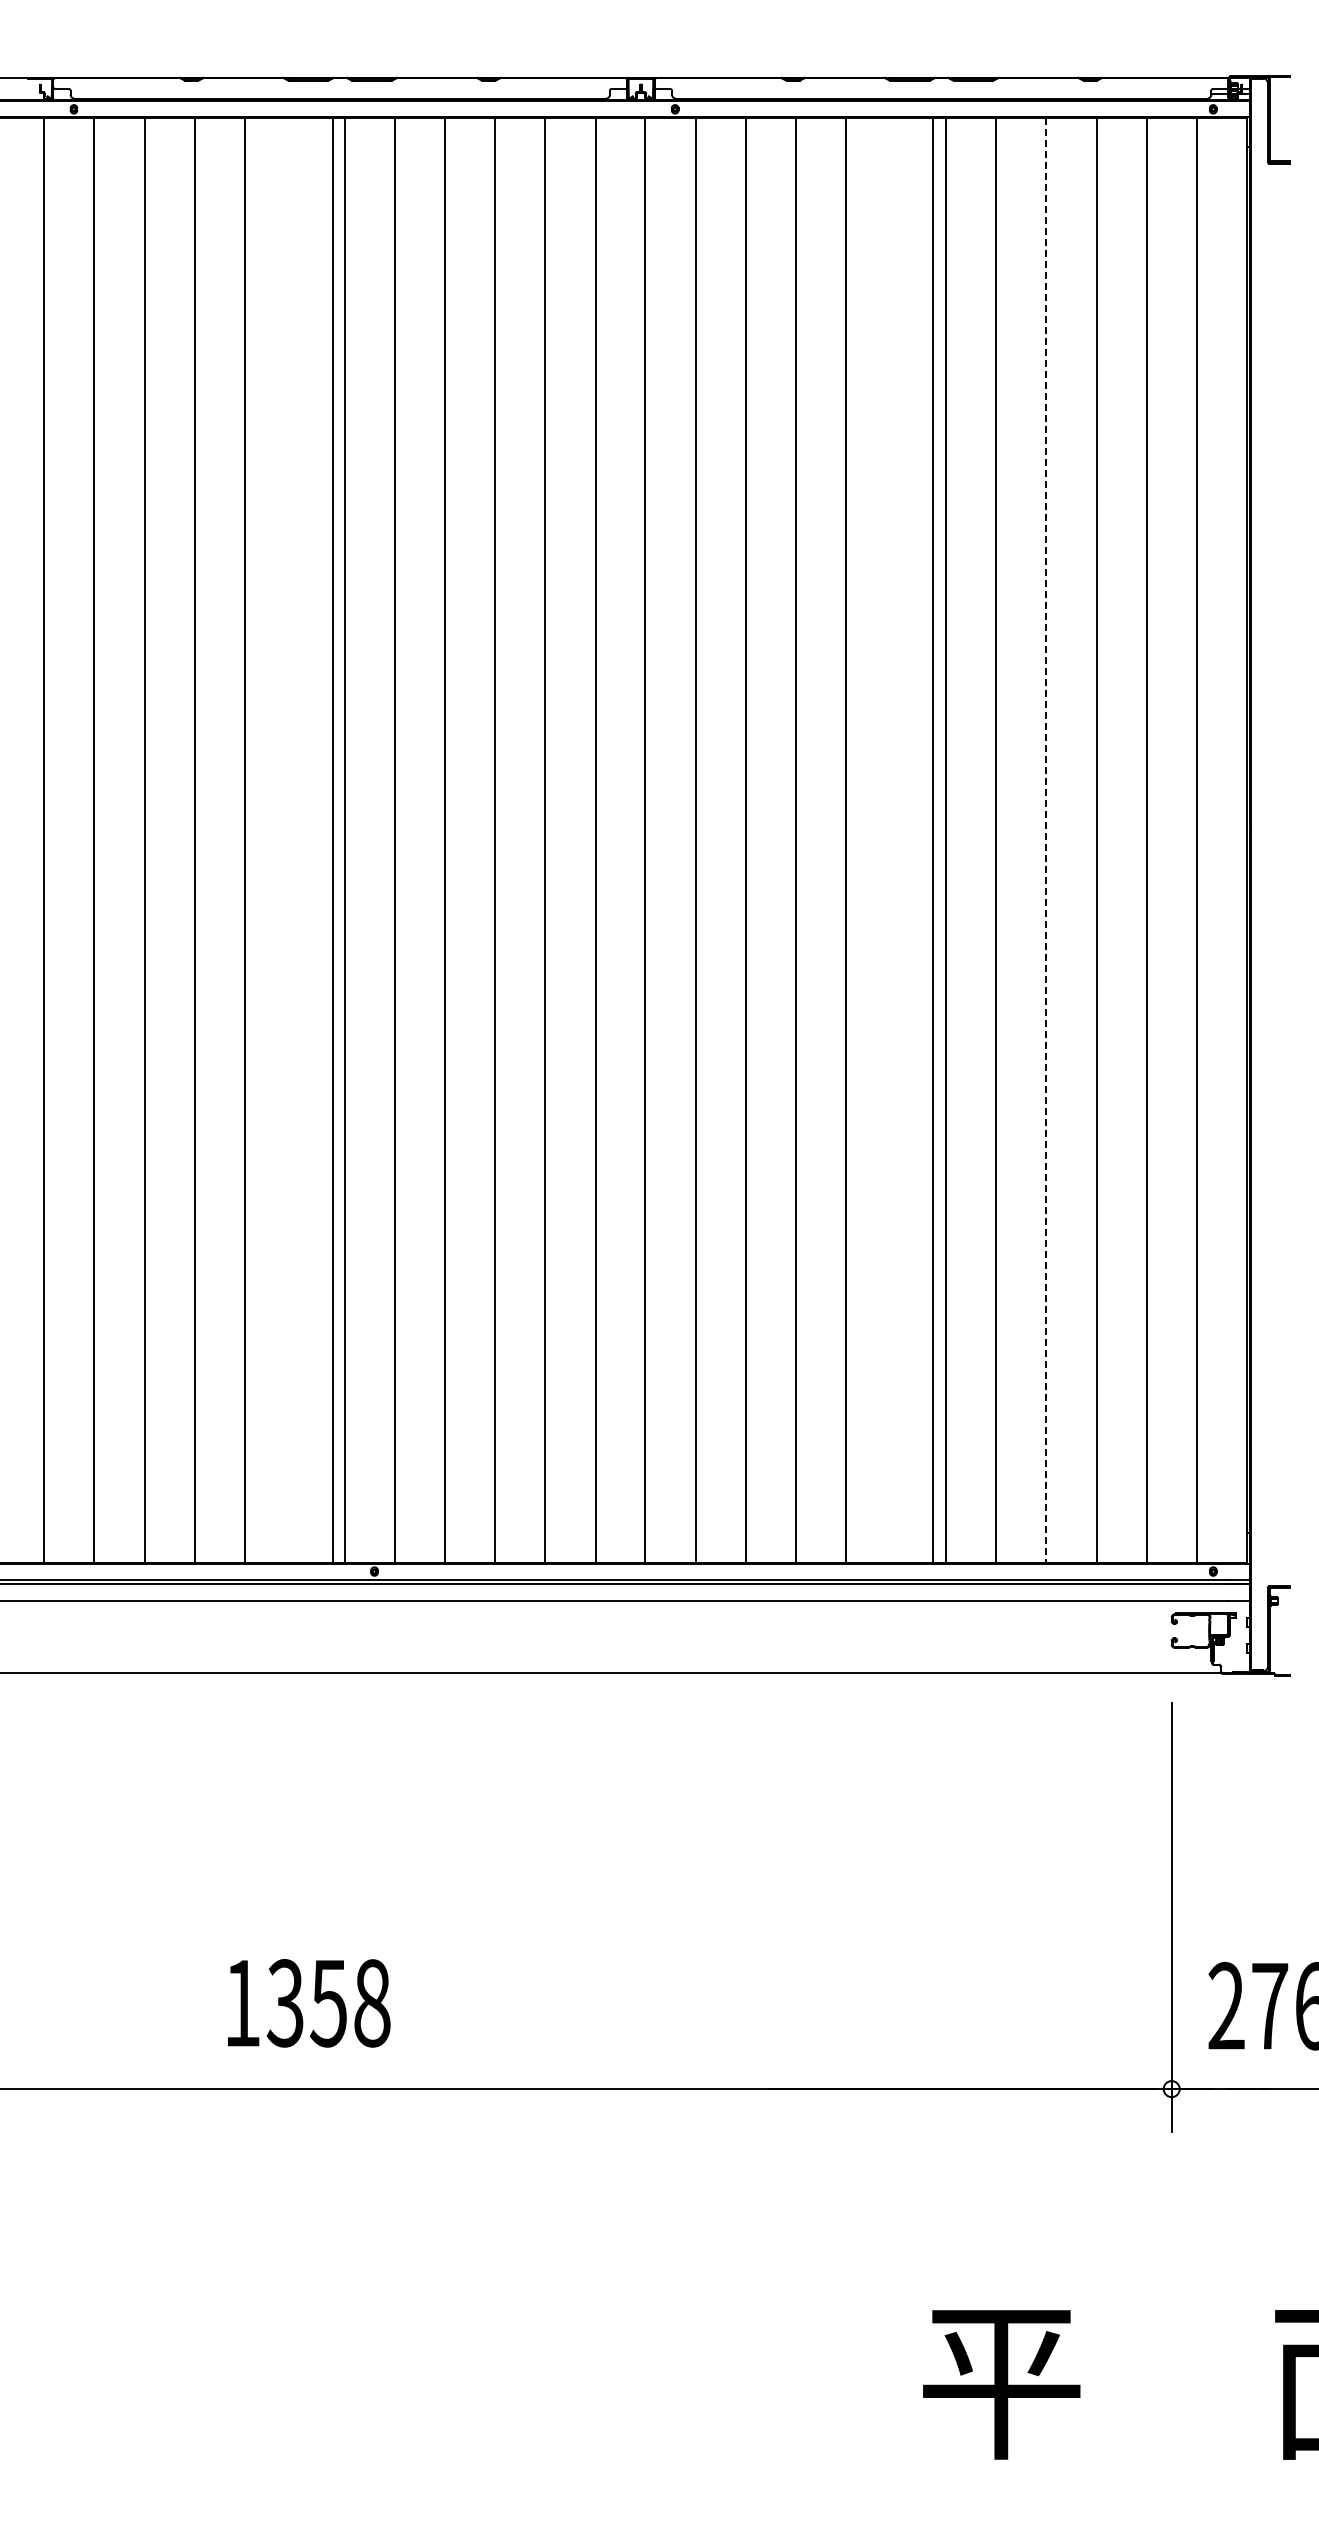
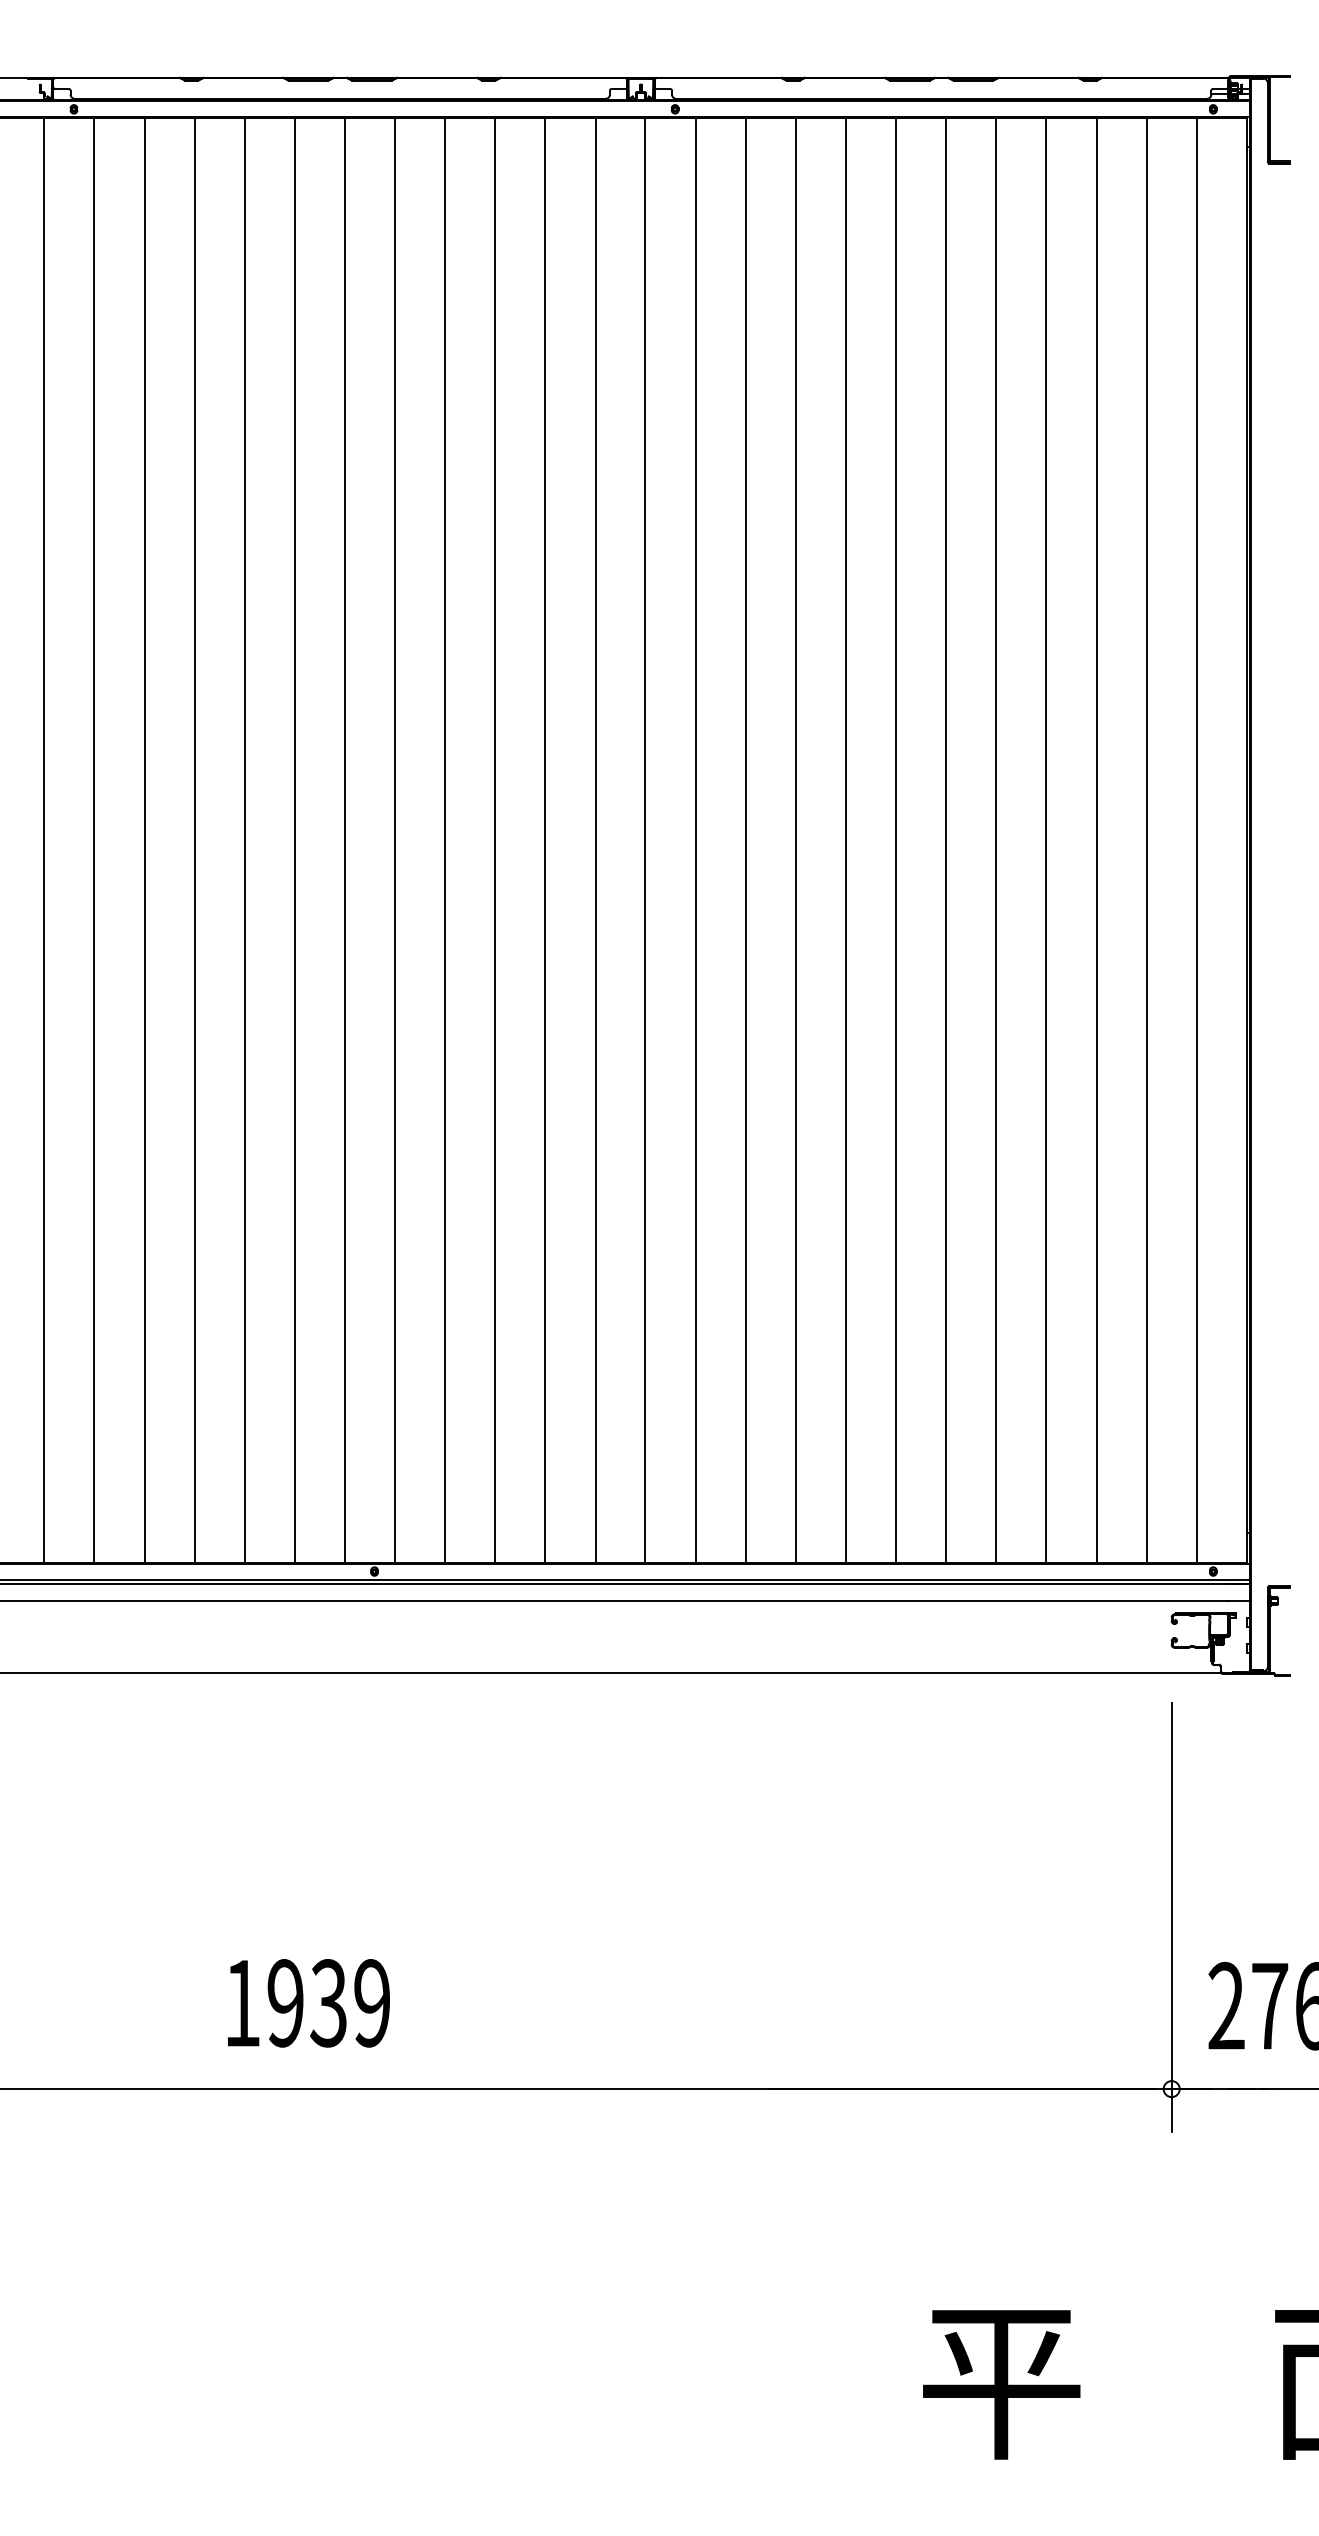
line at (333, 840) position: (333, 840) -> (295, 840)
line at (933, 840) position: (933, 840) -> (896, 840)
line at (1046, 840): dashed -> solid
text at (328, 2003): 1358 -> 1939
